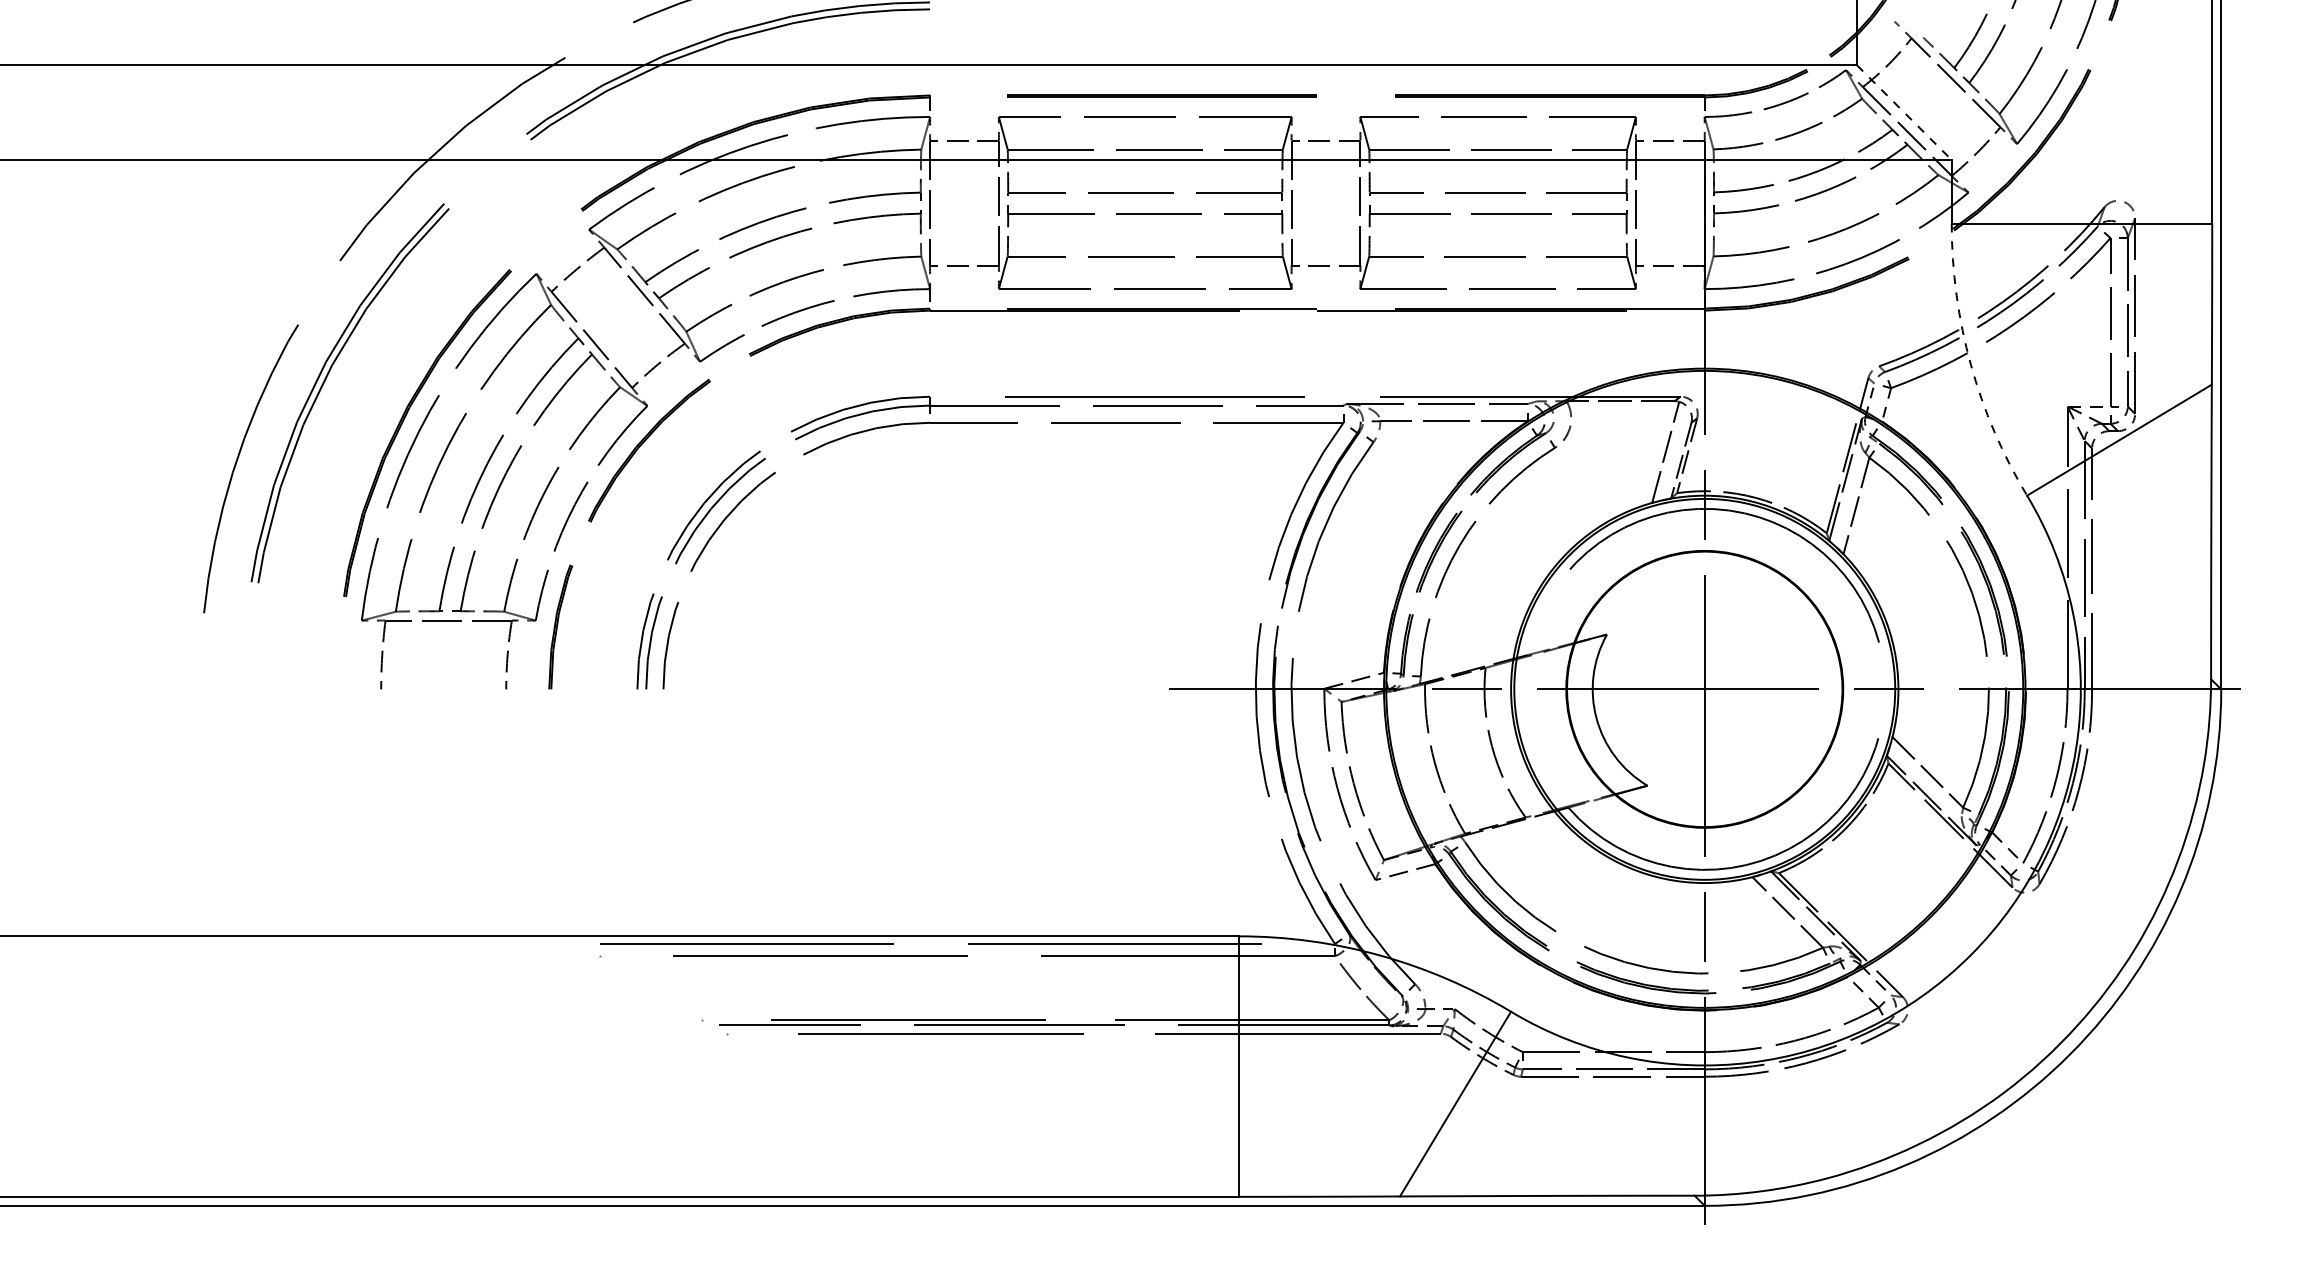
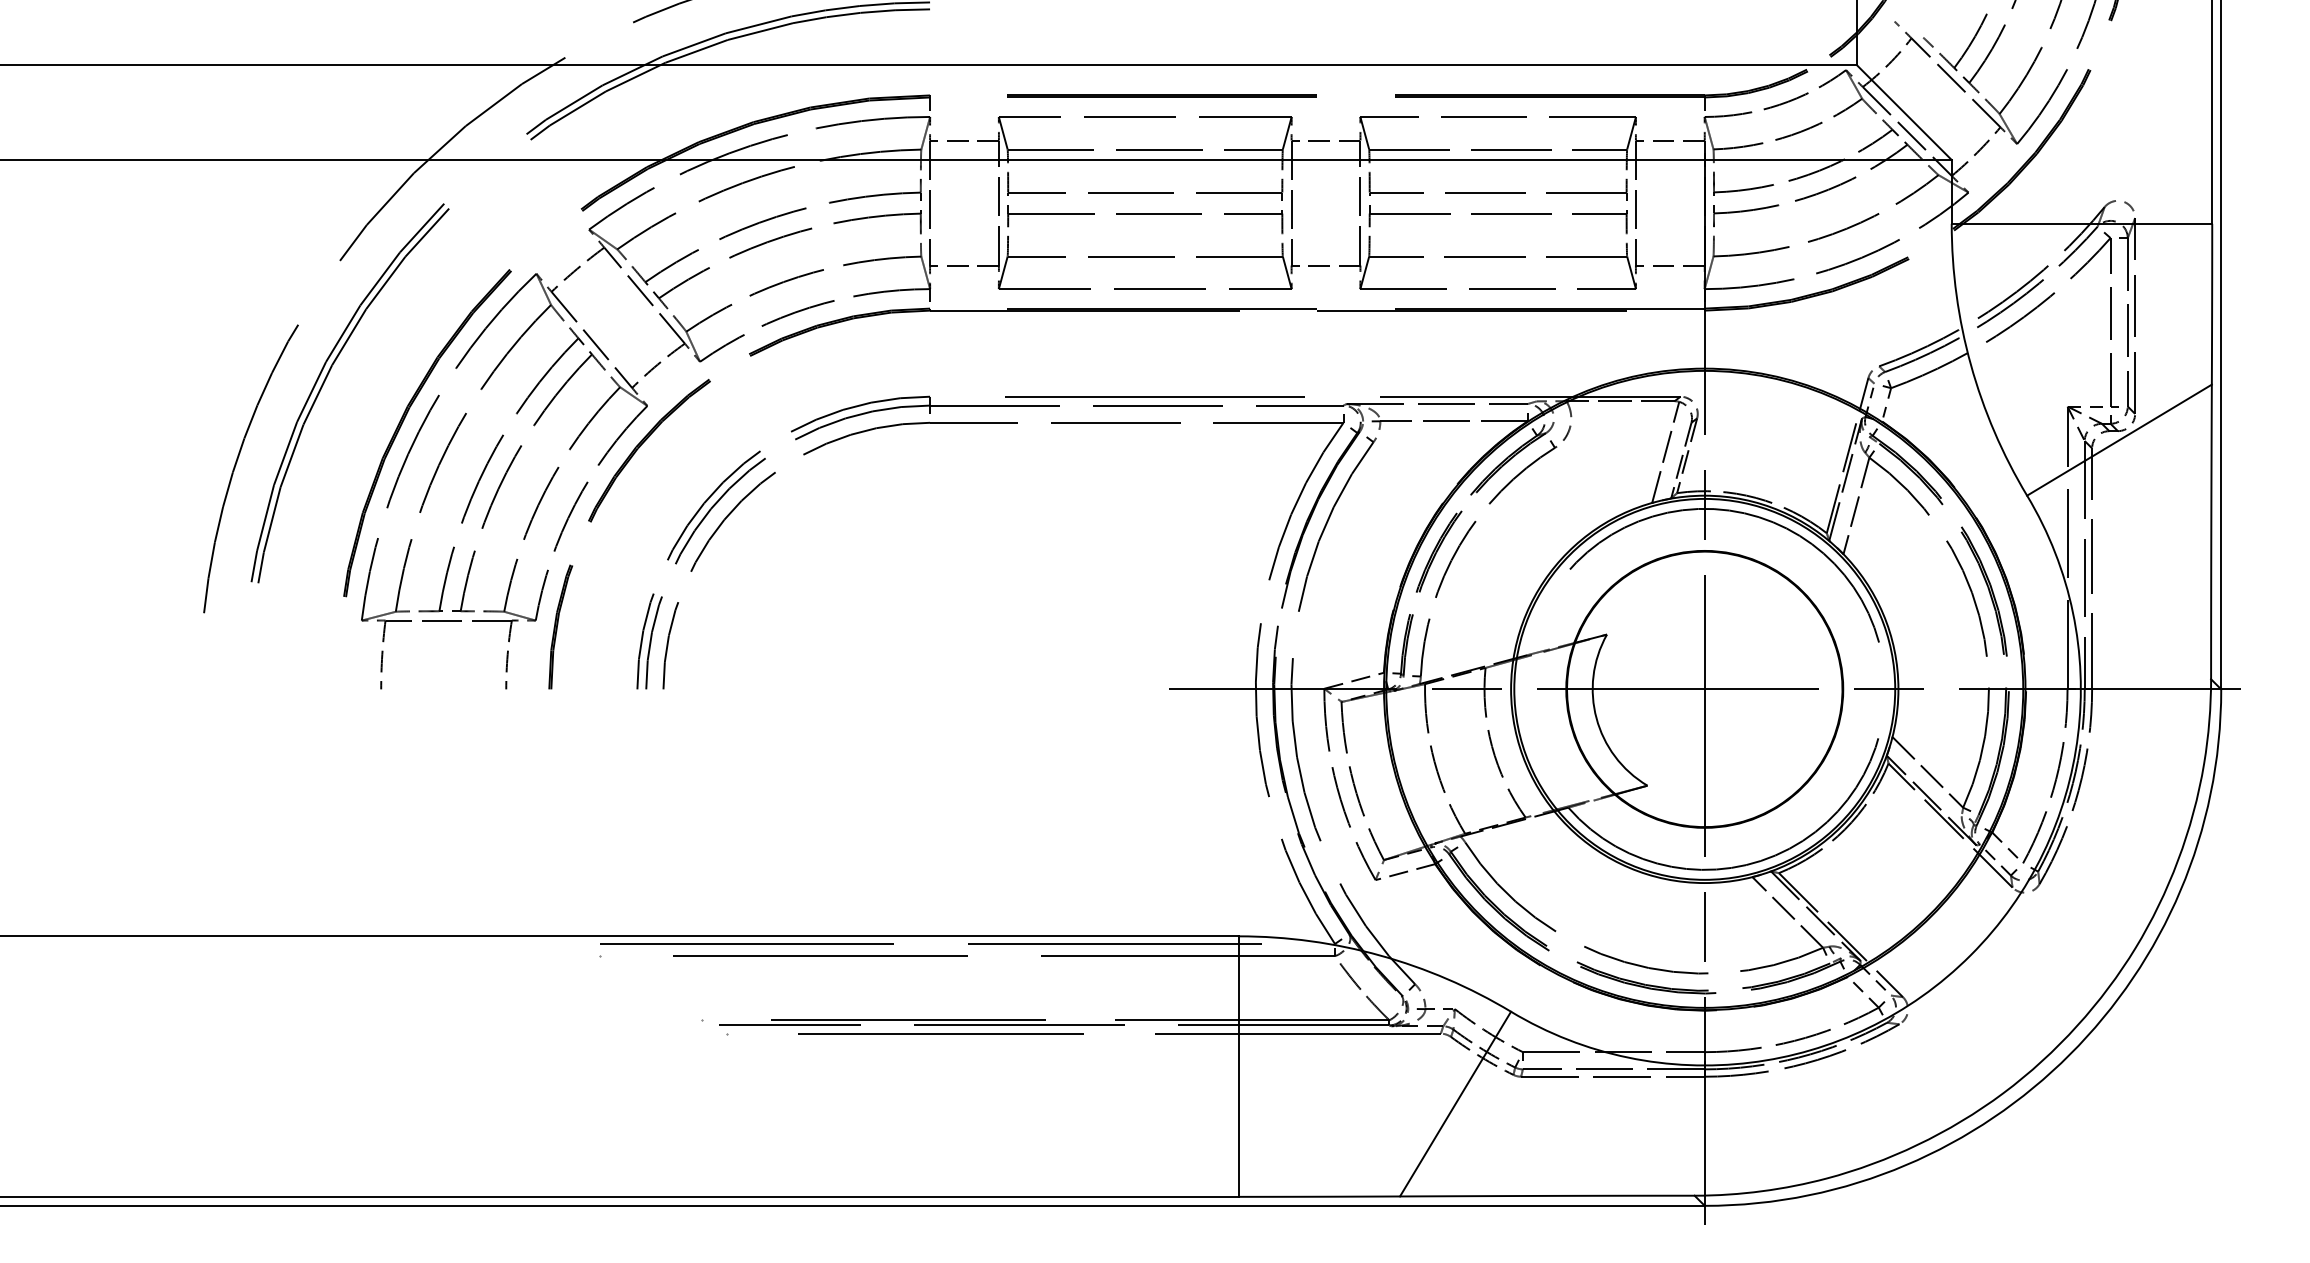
line at (1904, 112): dashed -> solid
arc at (1970, 364): dashed -> solid
